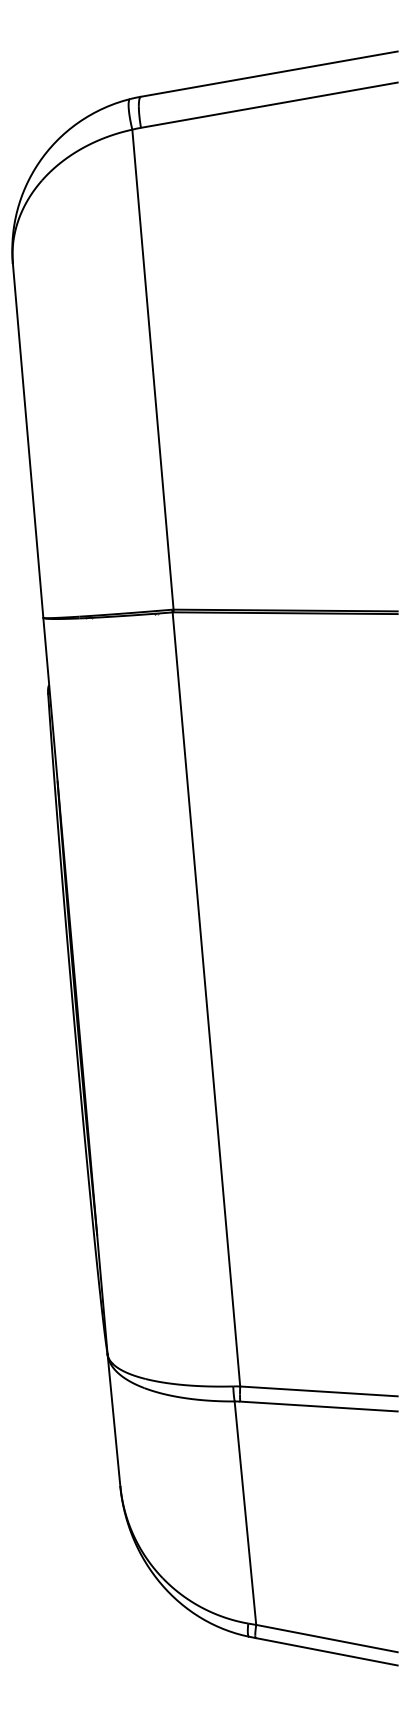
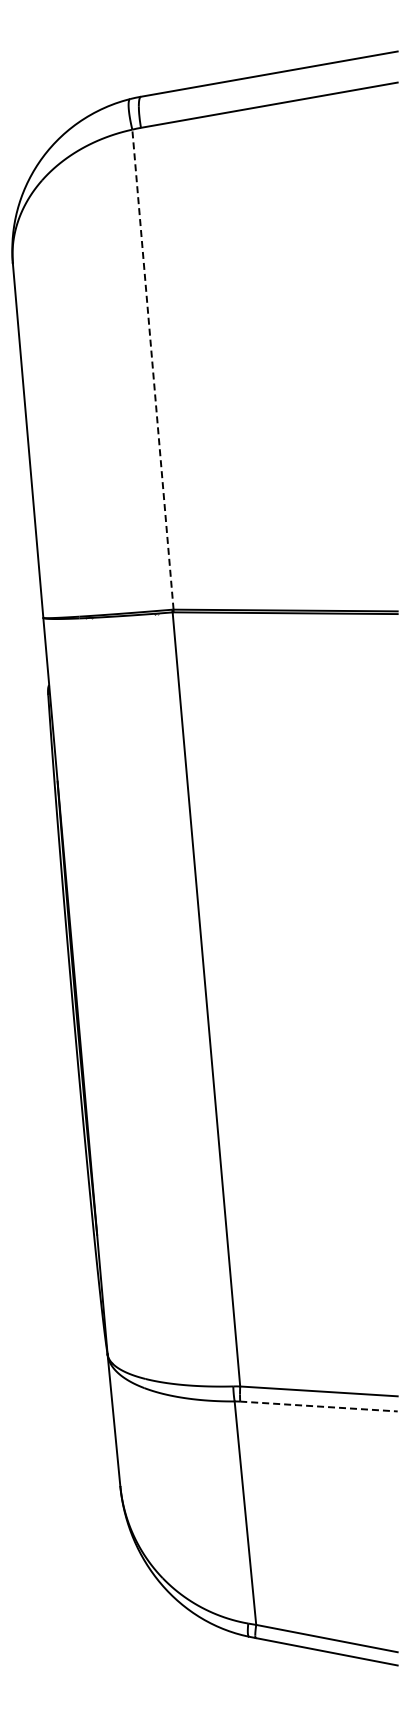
line at (152, 369): solid -> dashed
line at (318, 1406): solid -> dashed
